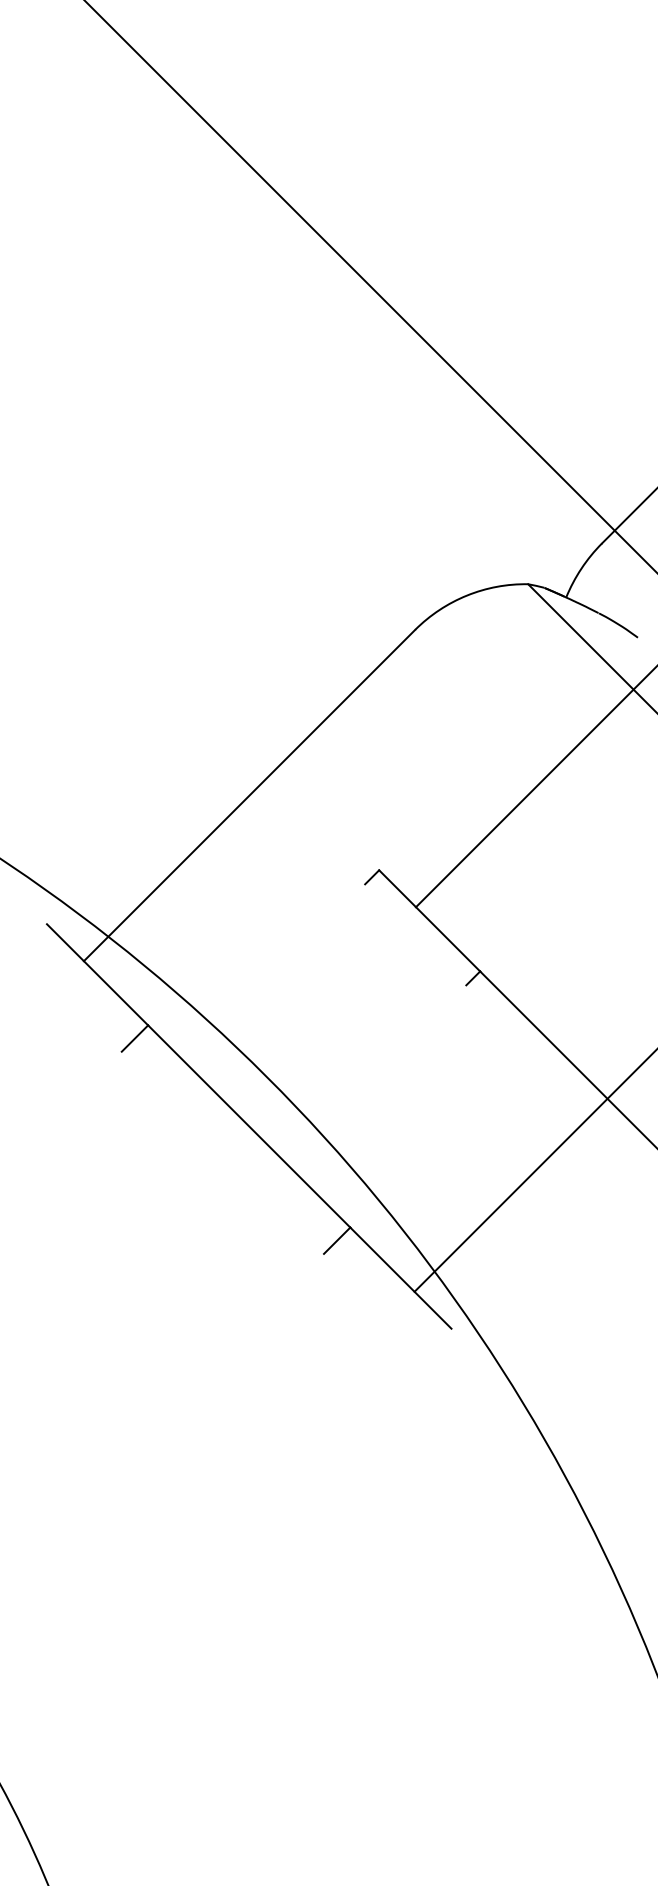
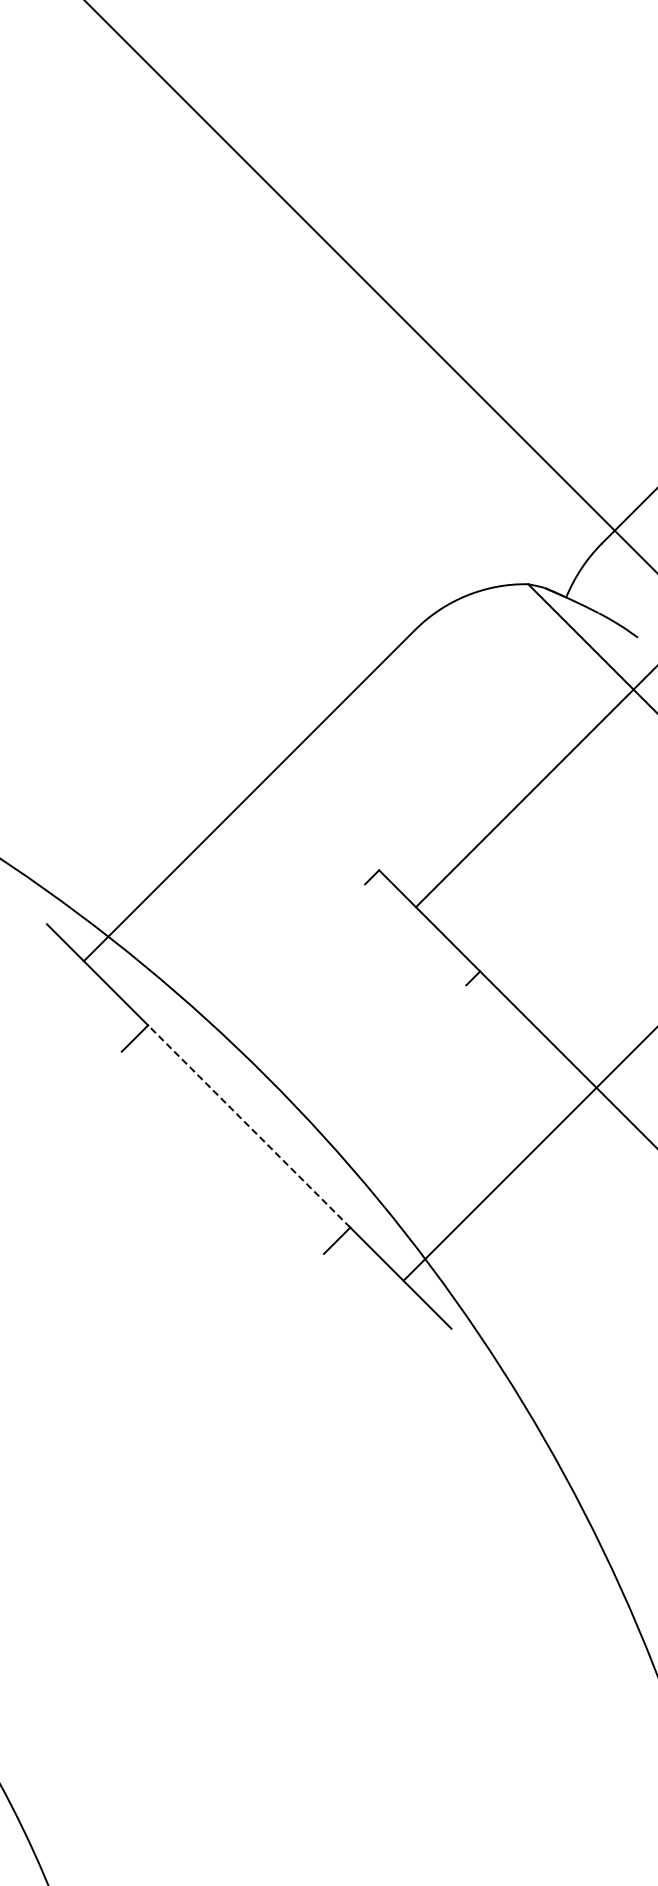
line at (249, 1126): solid -> dashed
line at (534, 1171) position: (534, 1171) -> (528, 1154)
